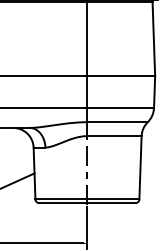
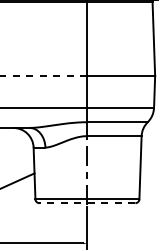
line at (43, 76): solid -> dashed
line at (87, 203): solid -> dashed
